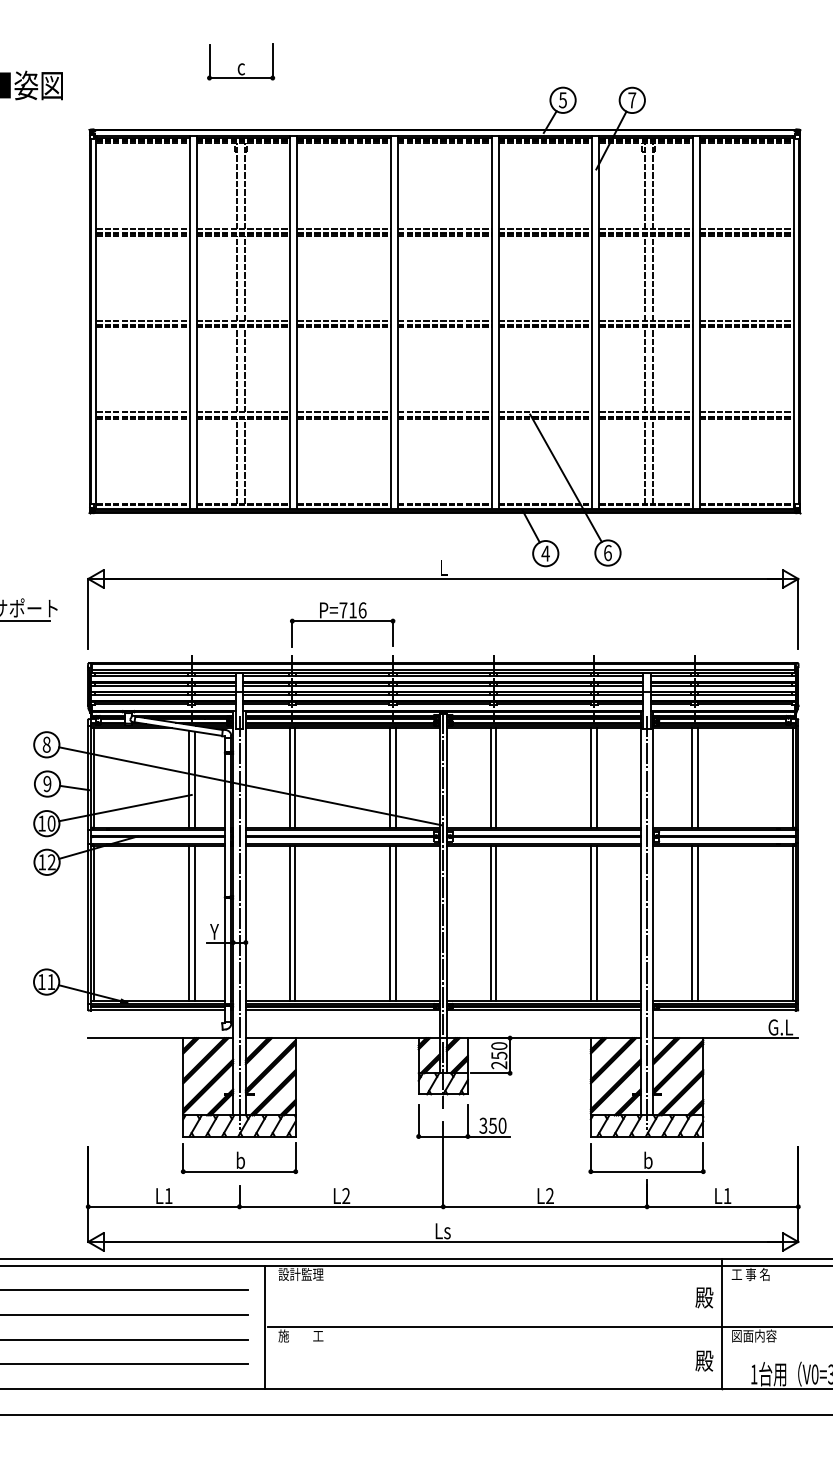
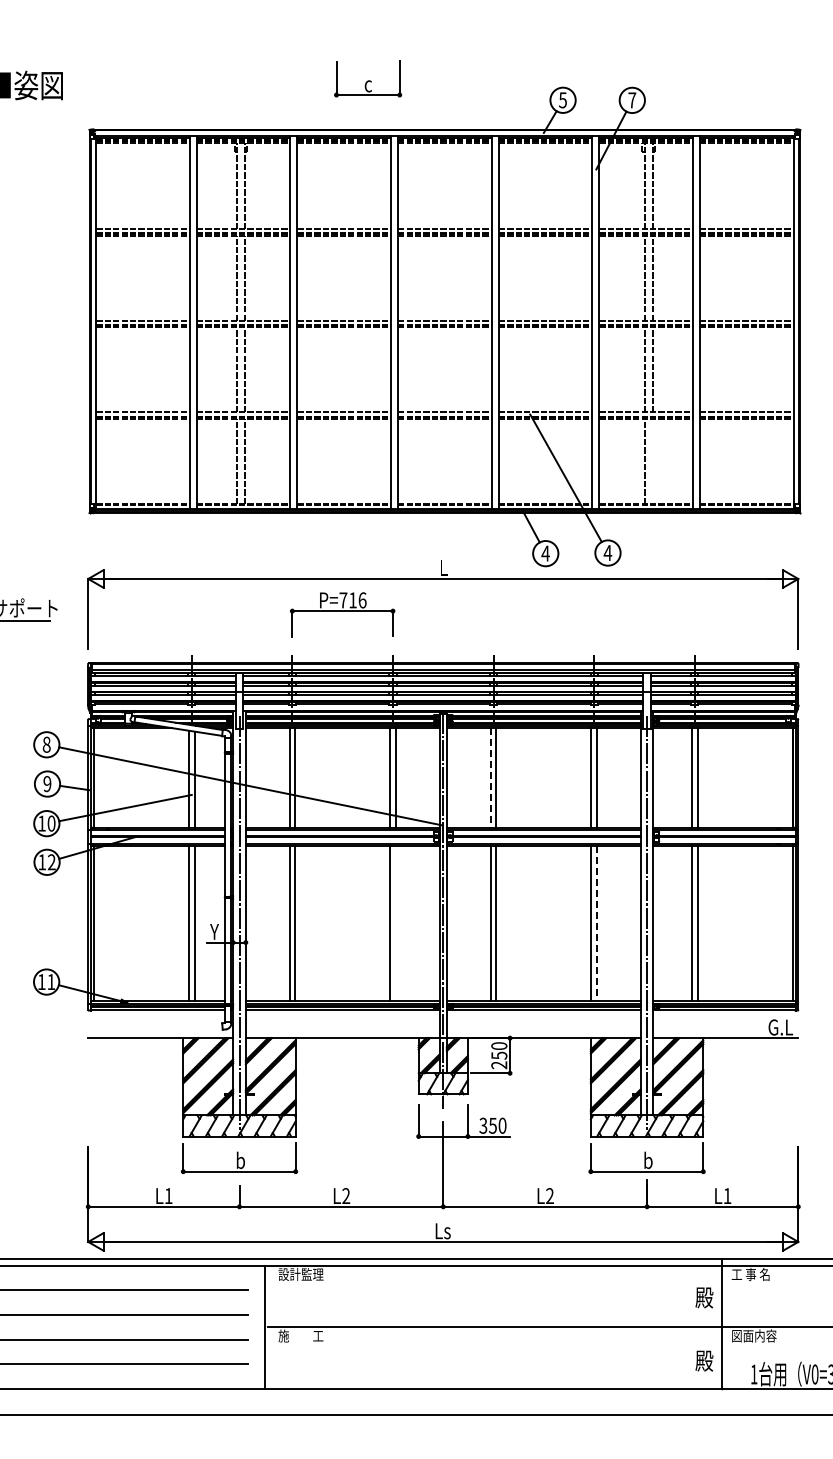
part at (241, 61) position: (241, 61) -> (368, 78)
line at (652, 461): present -> none
text at (607, 552): 6 -> 4
part at (342, 624) position: (342, 624) -> (342, 614)
line at (490, 777): solid -> dashed
line at (395, 923): present -> none
line at (597, 923): solid -> dashed
